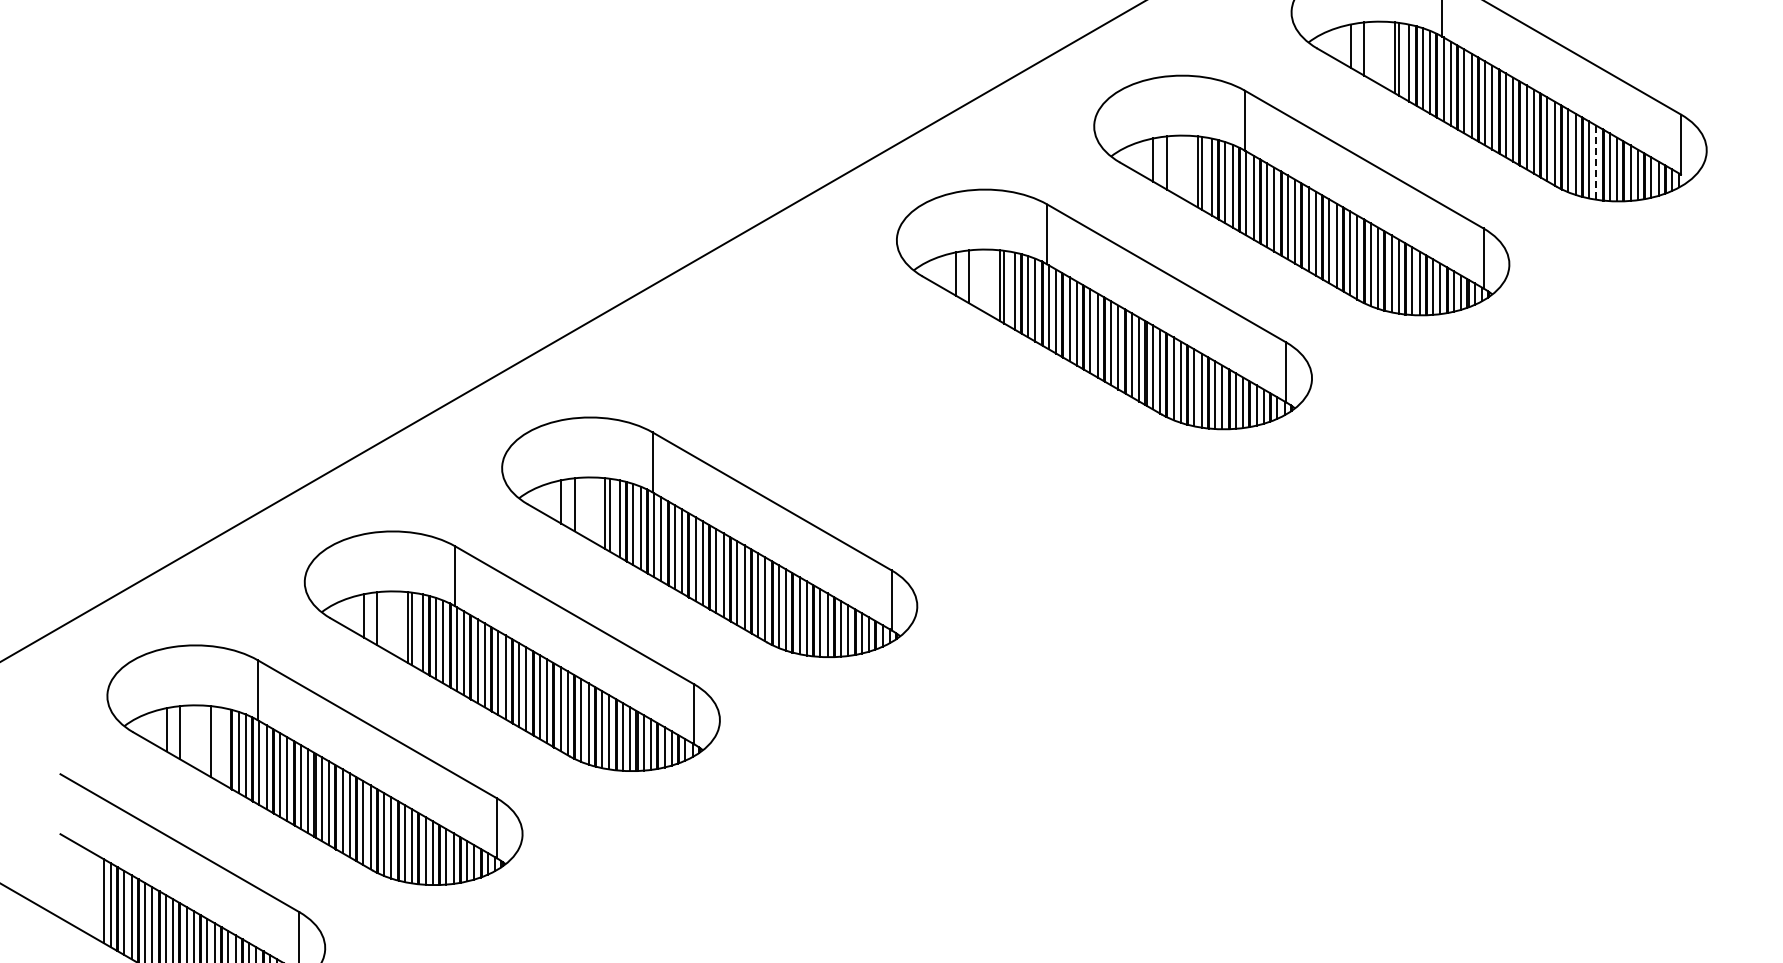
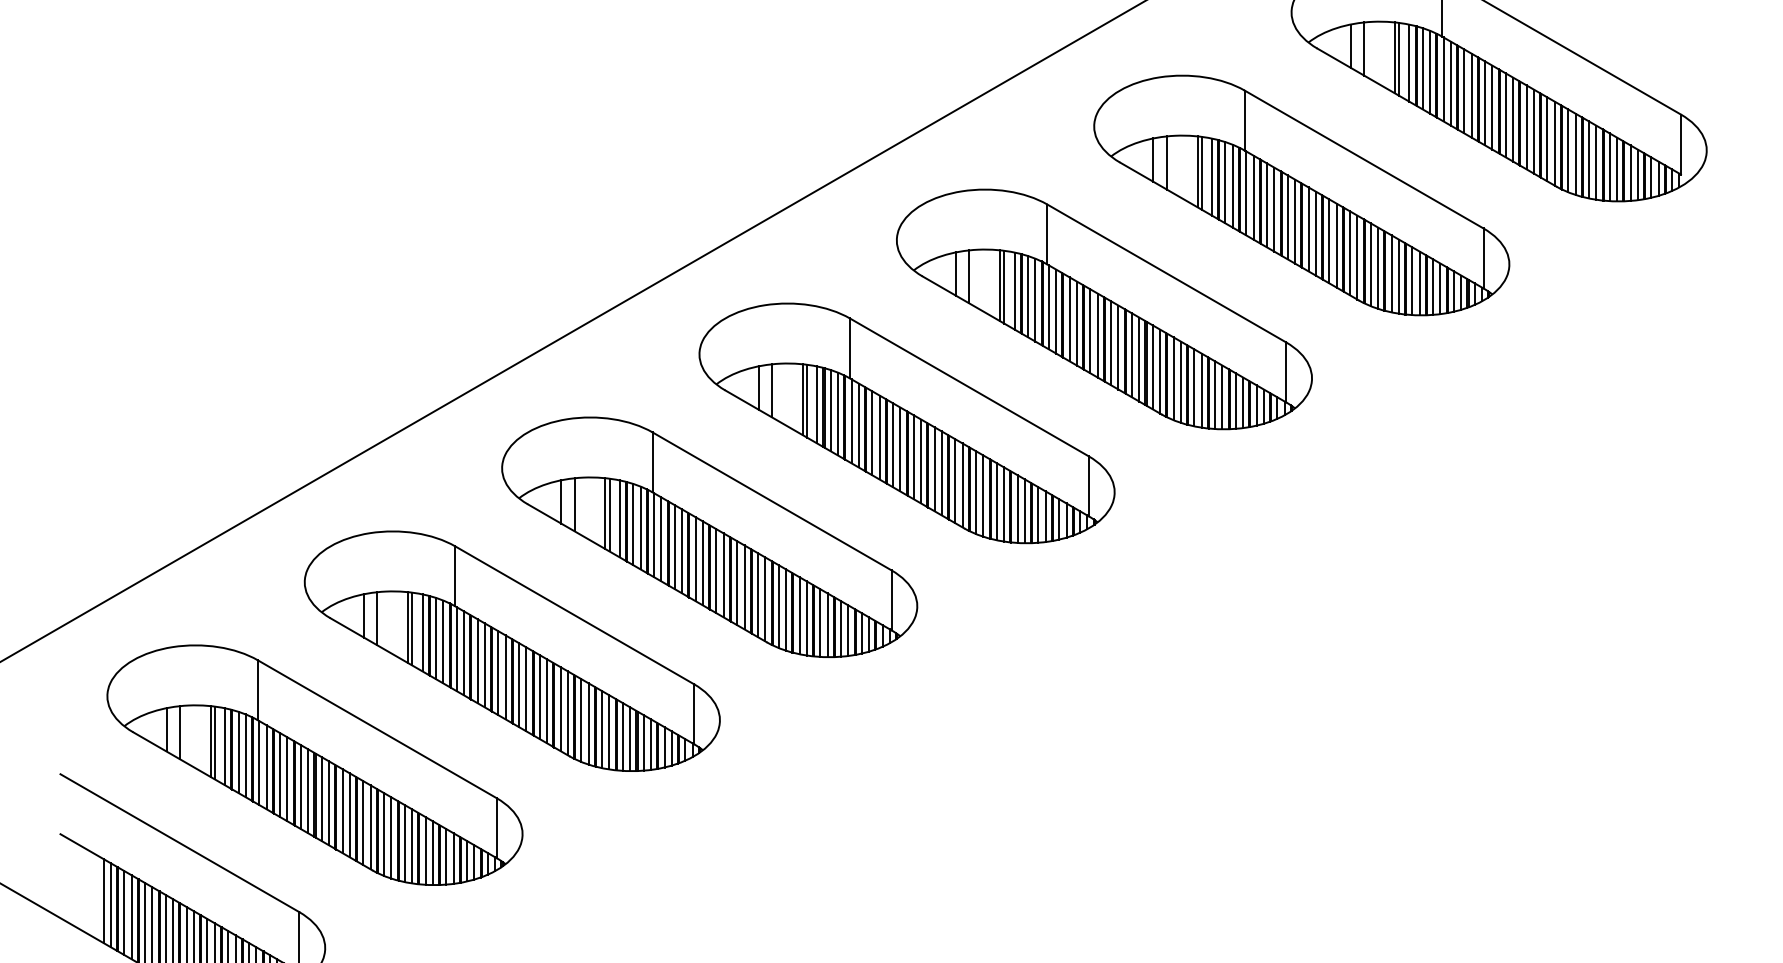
line at (1596, 163): dashed -> solid
part at (906, 423): none -> present
line at (214, 742): none -> present
line at (225, 746): none -> present
